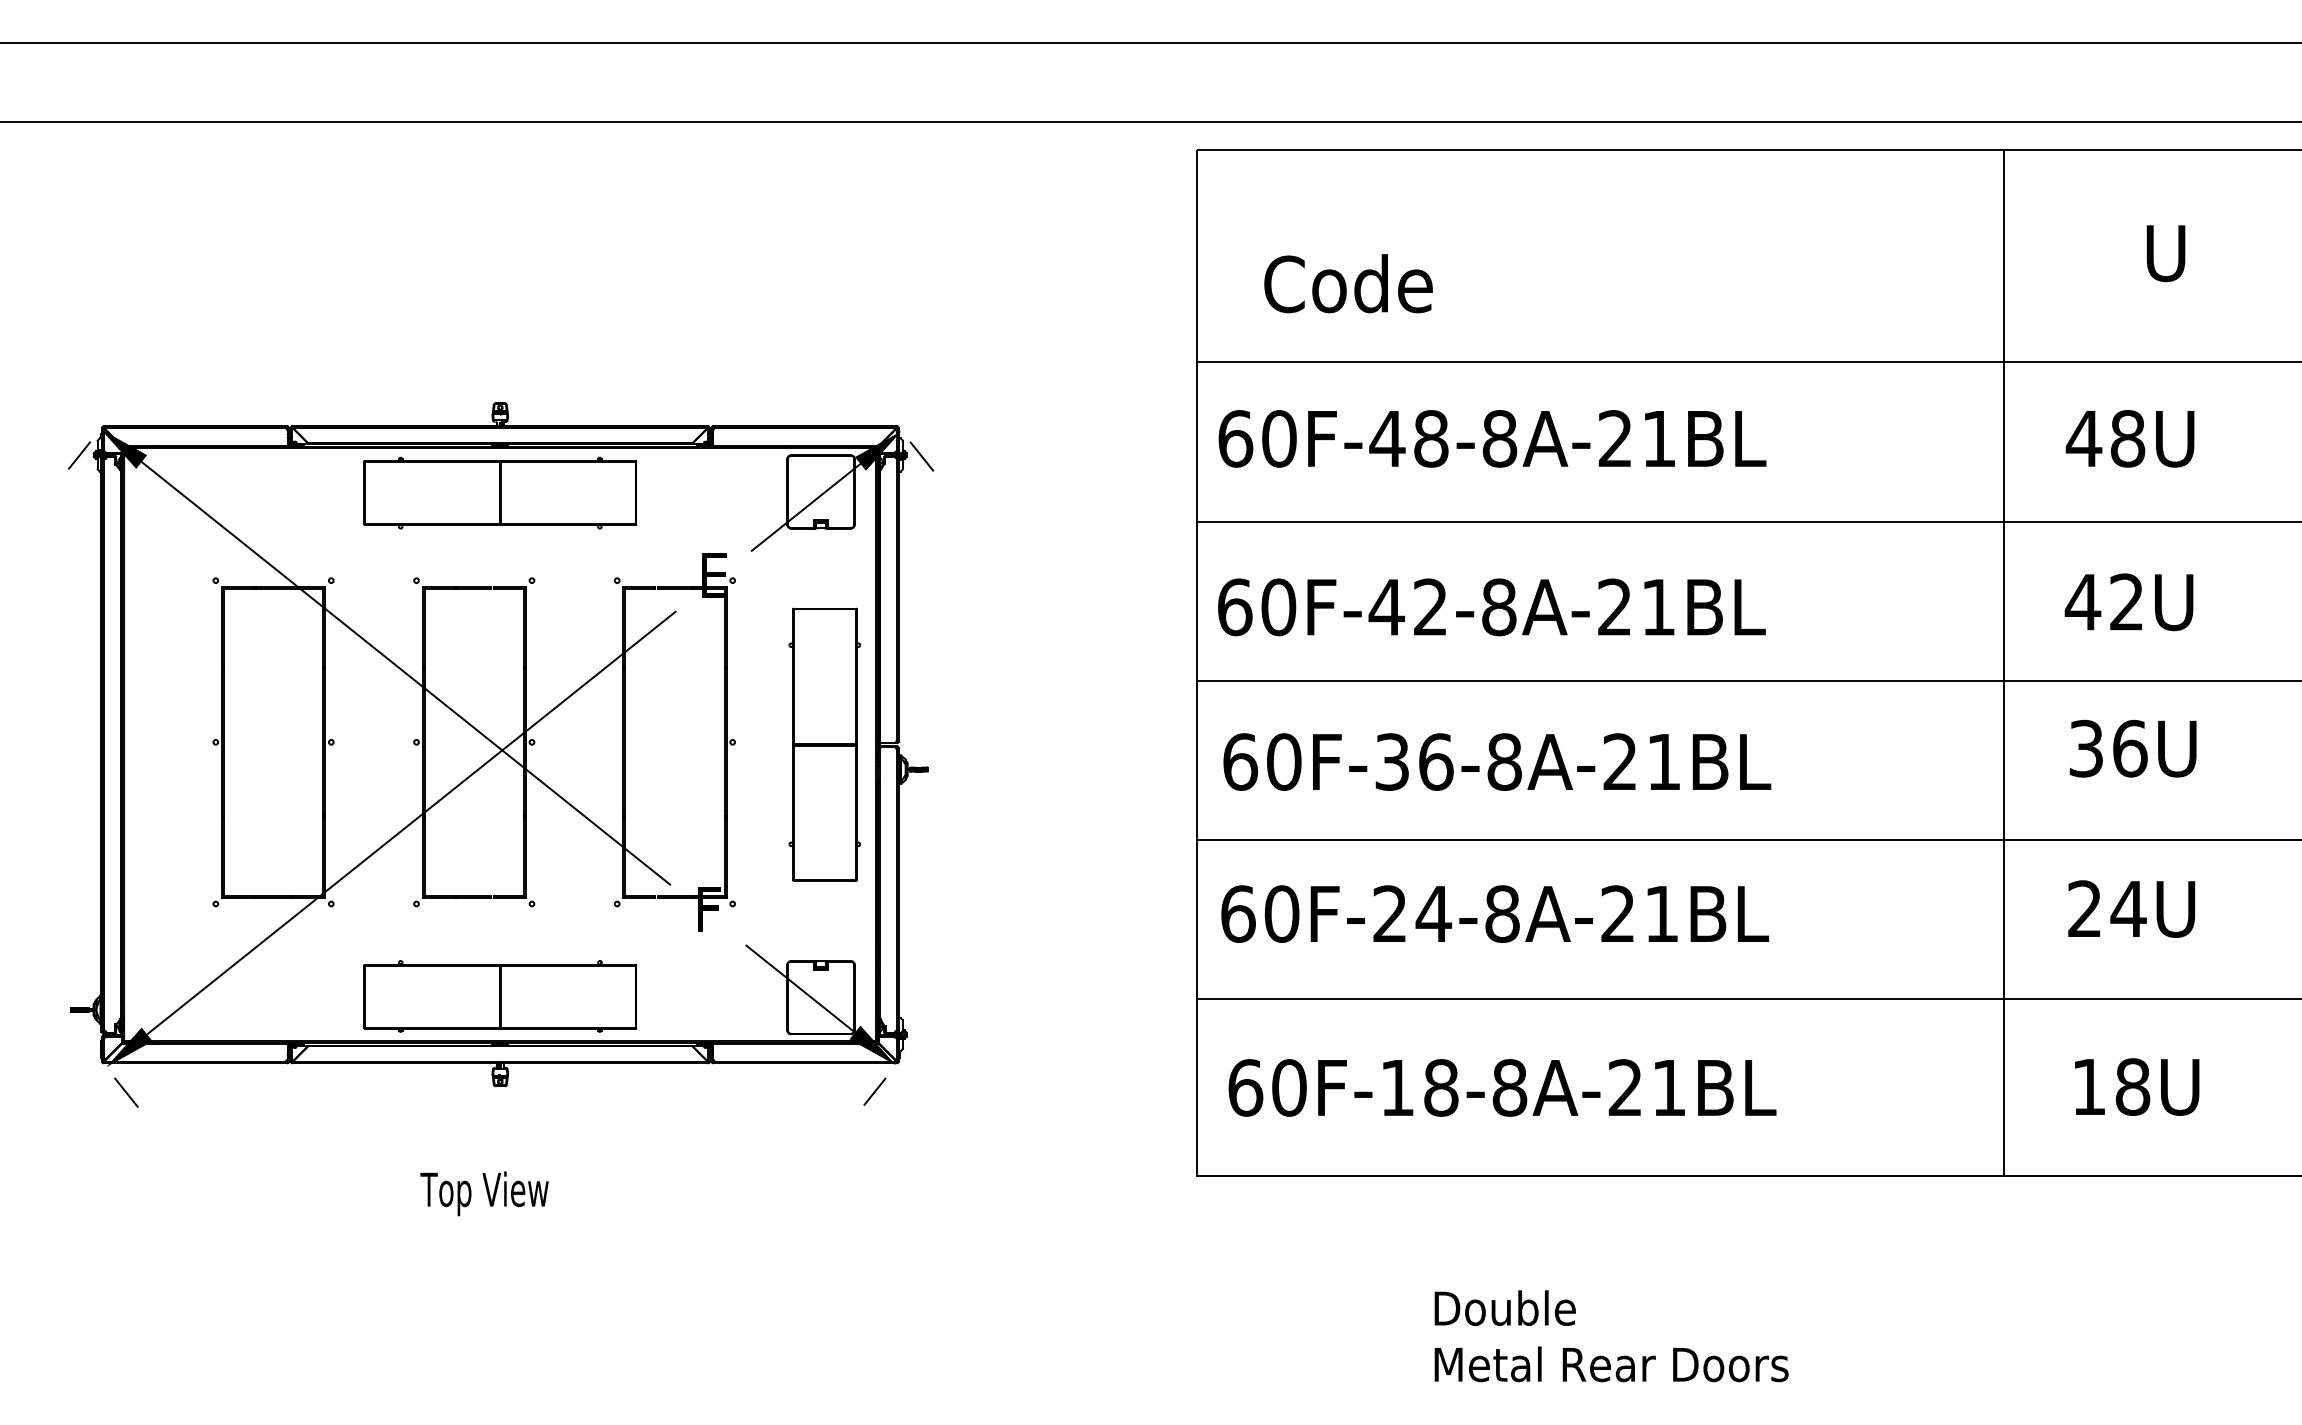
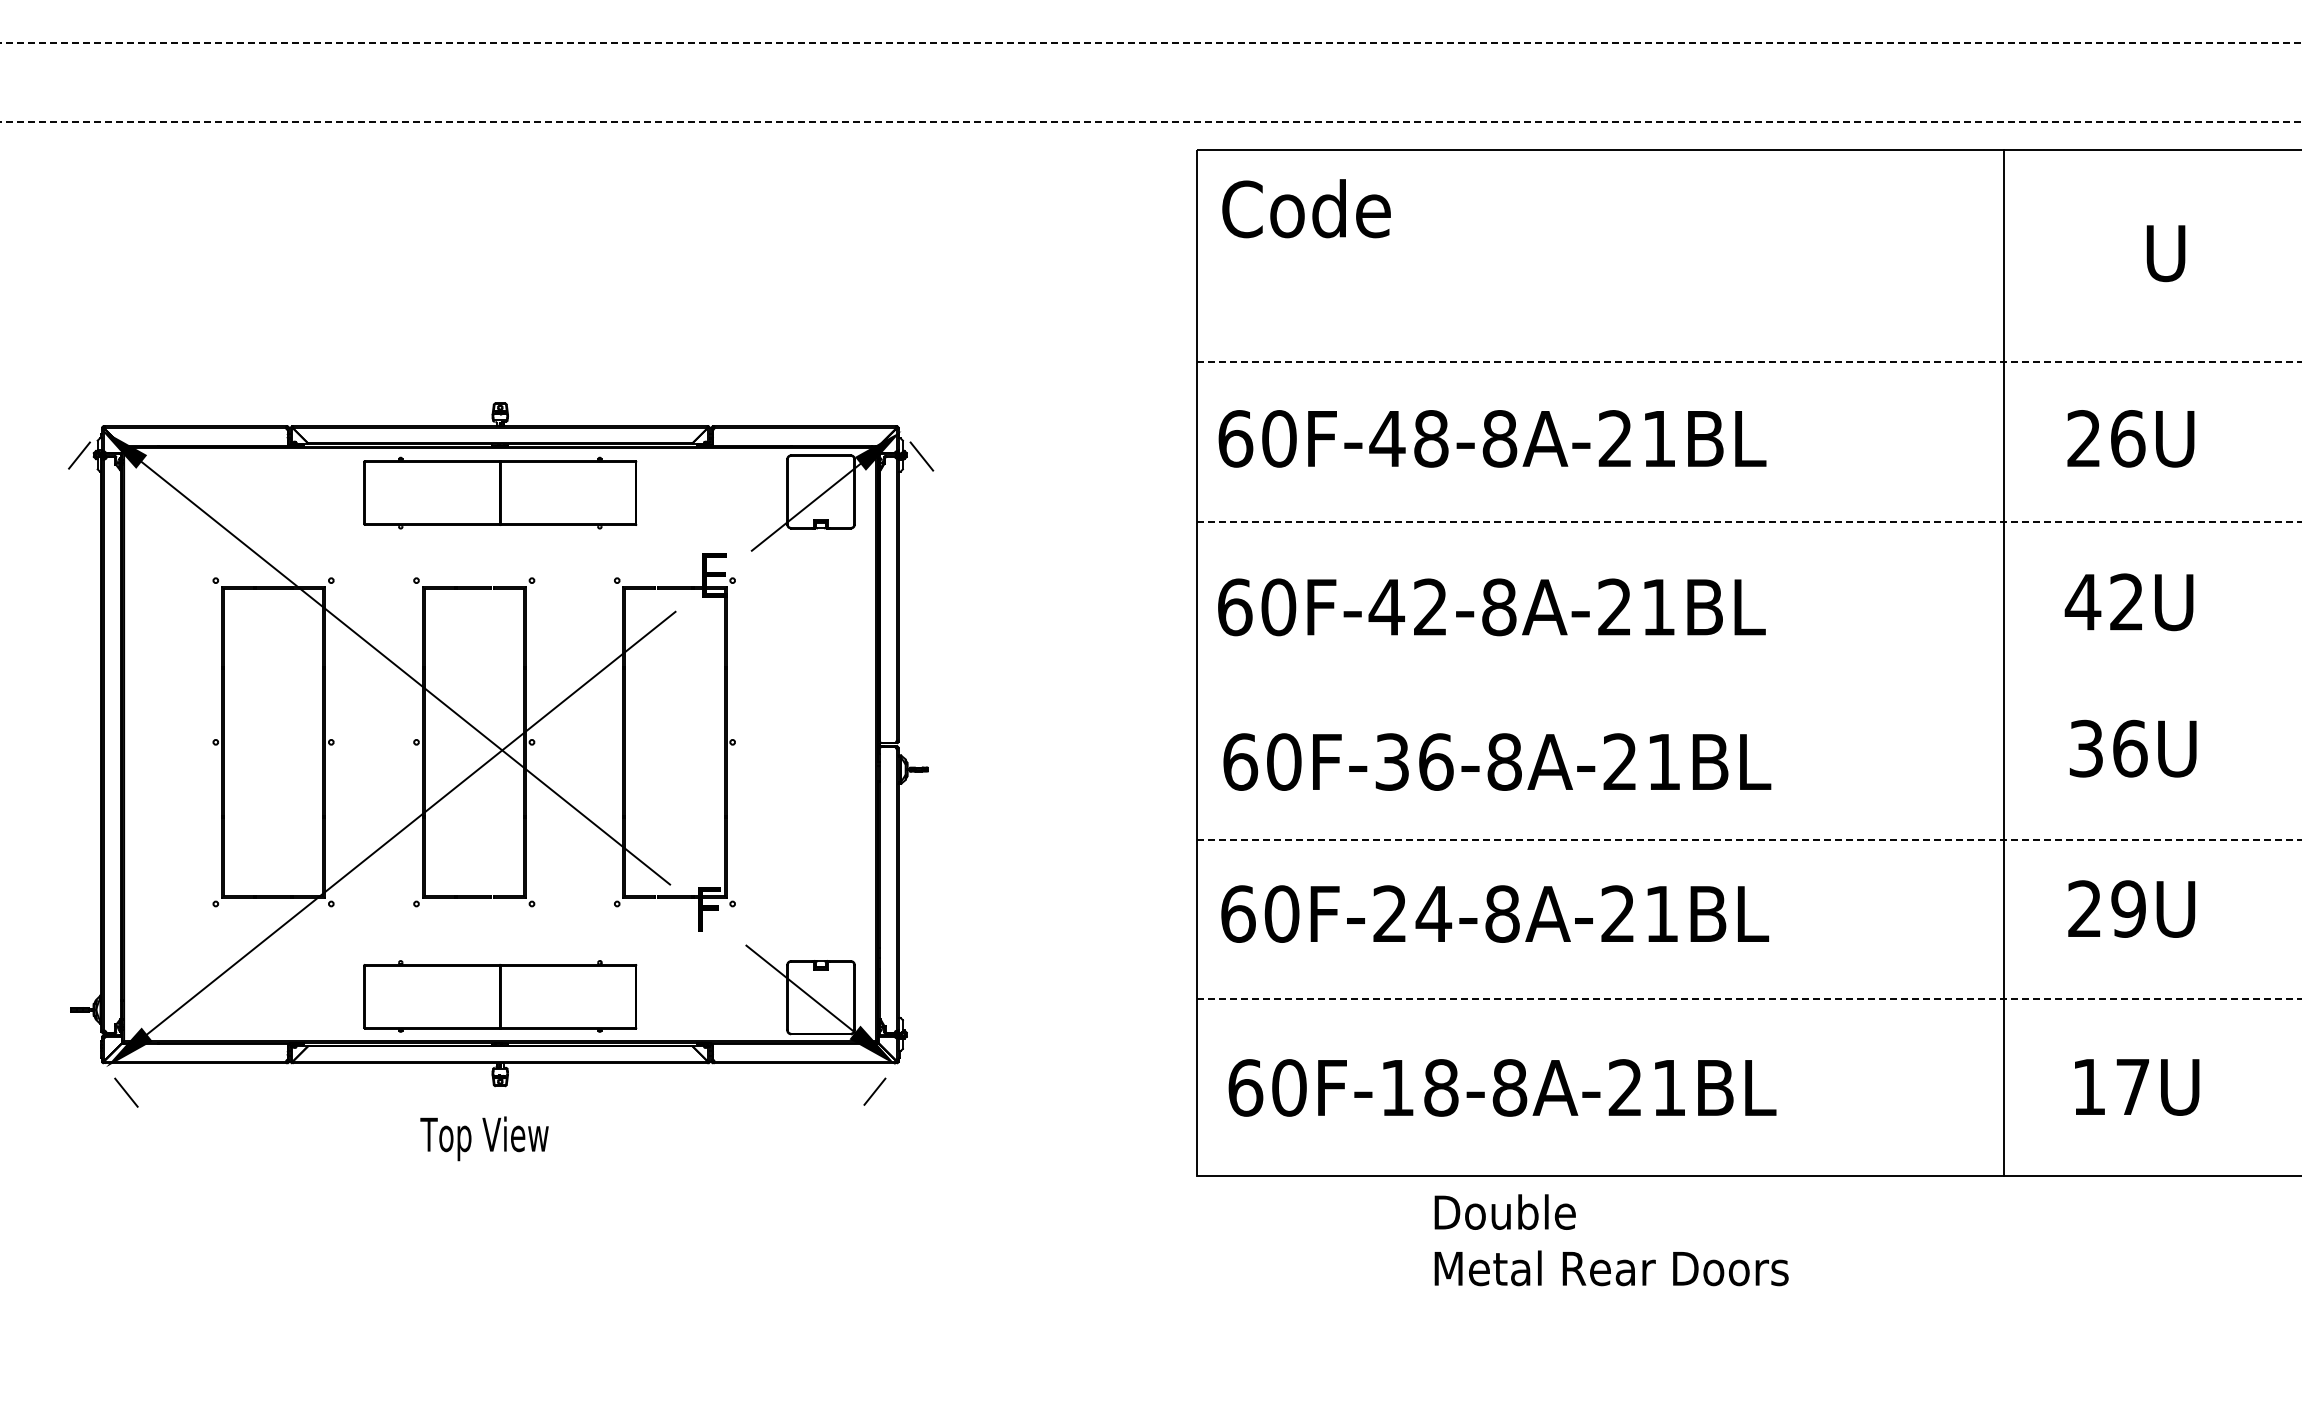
line at (1150, 42): solid -> dashed
line at (1150, 122): solid -> dashed
text at (1348, 283) position: (1348, 283) -> (1306, 208)
line at (1749, 362): solid -> dashed
text at (2105, 438): 48U -> 26U
line at (1749, 521): solid -> dashed
line at (1747, 680): present -> none
part at (824, 744): present -> none
line at (1749, 840): solid -> dashed
text at (2128, 908): 24U -> 29U
line at (1749, 999): solid -> dashed
text at (2132, 1086): 18U -> 17U
text at (484, 1193) position: (484, 1193) -> (484, 1138)
text at (1611, 1336) position: (1611, 1336) -> (1611, 1240)
